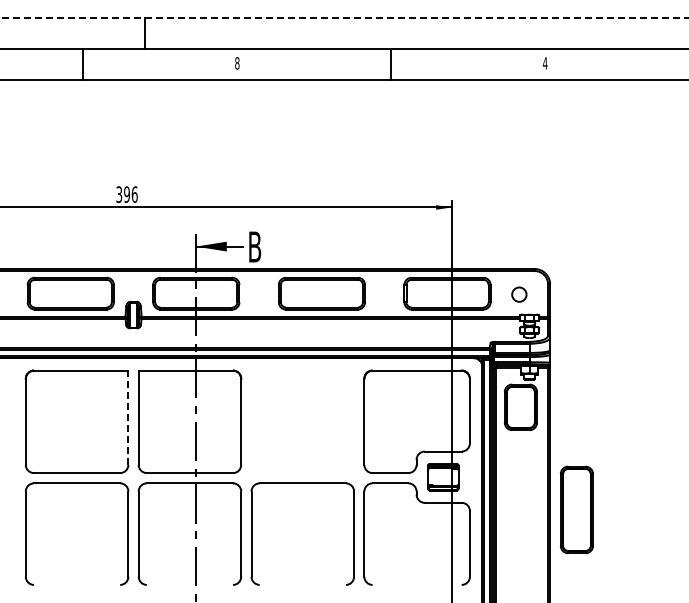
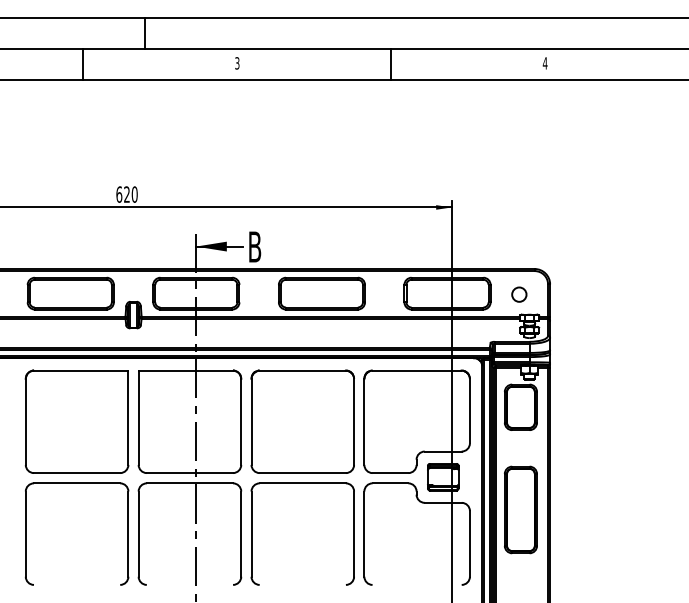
line at (344, 18): dashed -> solid
text at (237, 63): 8 -> 3
text at (126, 194): 396 -> 620
line at (128, 417): dashed -> solid
part at (302, 421): none -> present
part at (576, 509) position: (576, 509) -> (520, 509)
